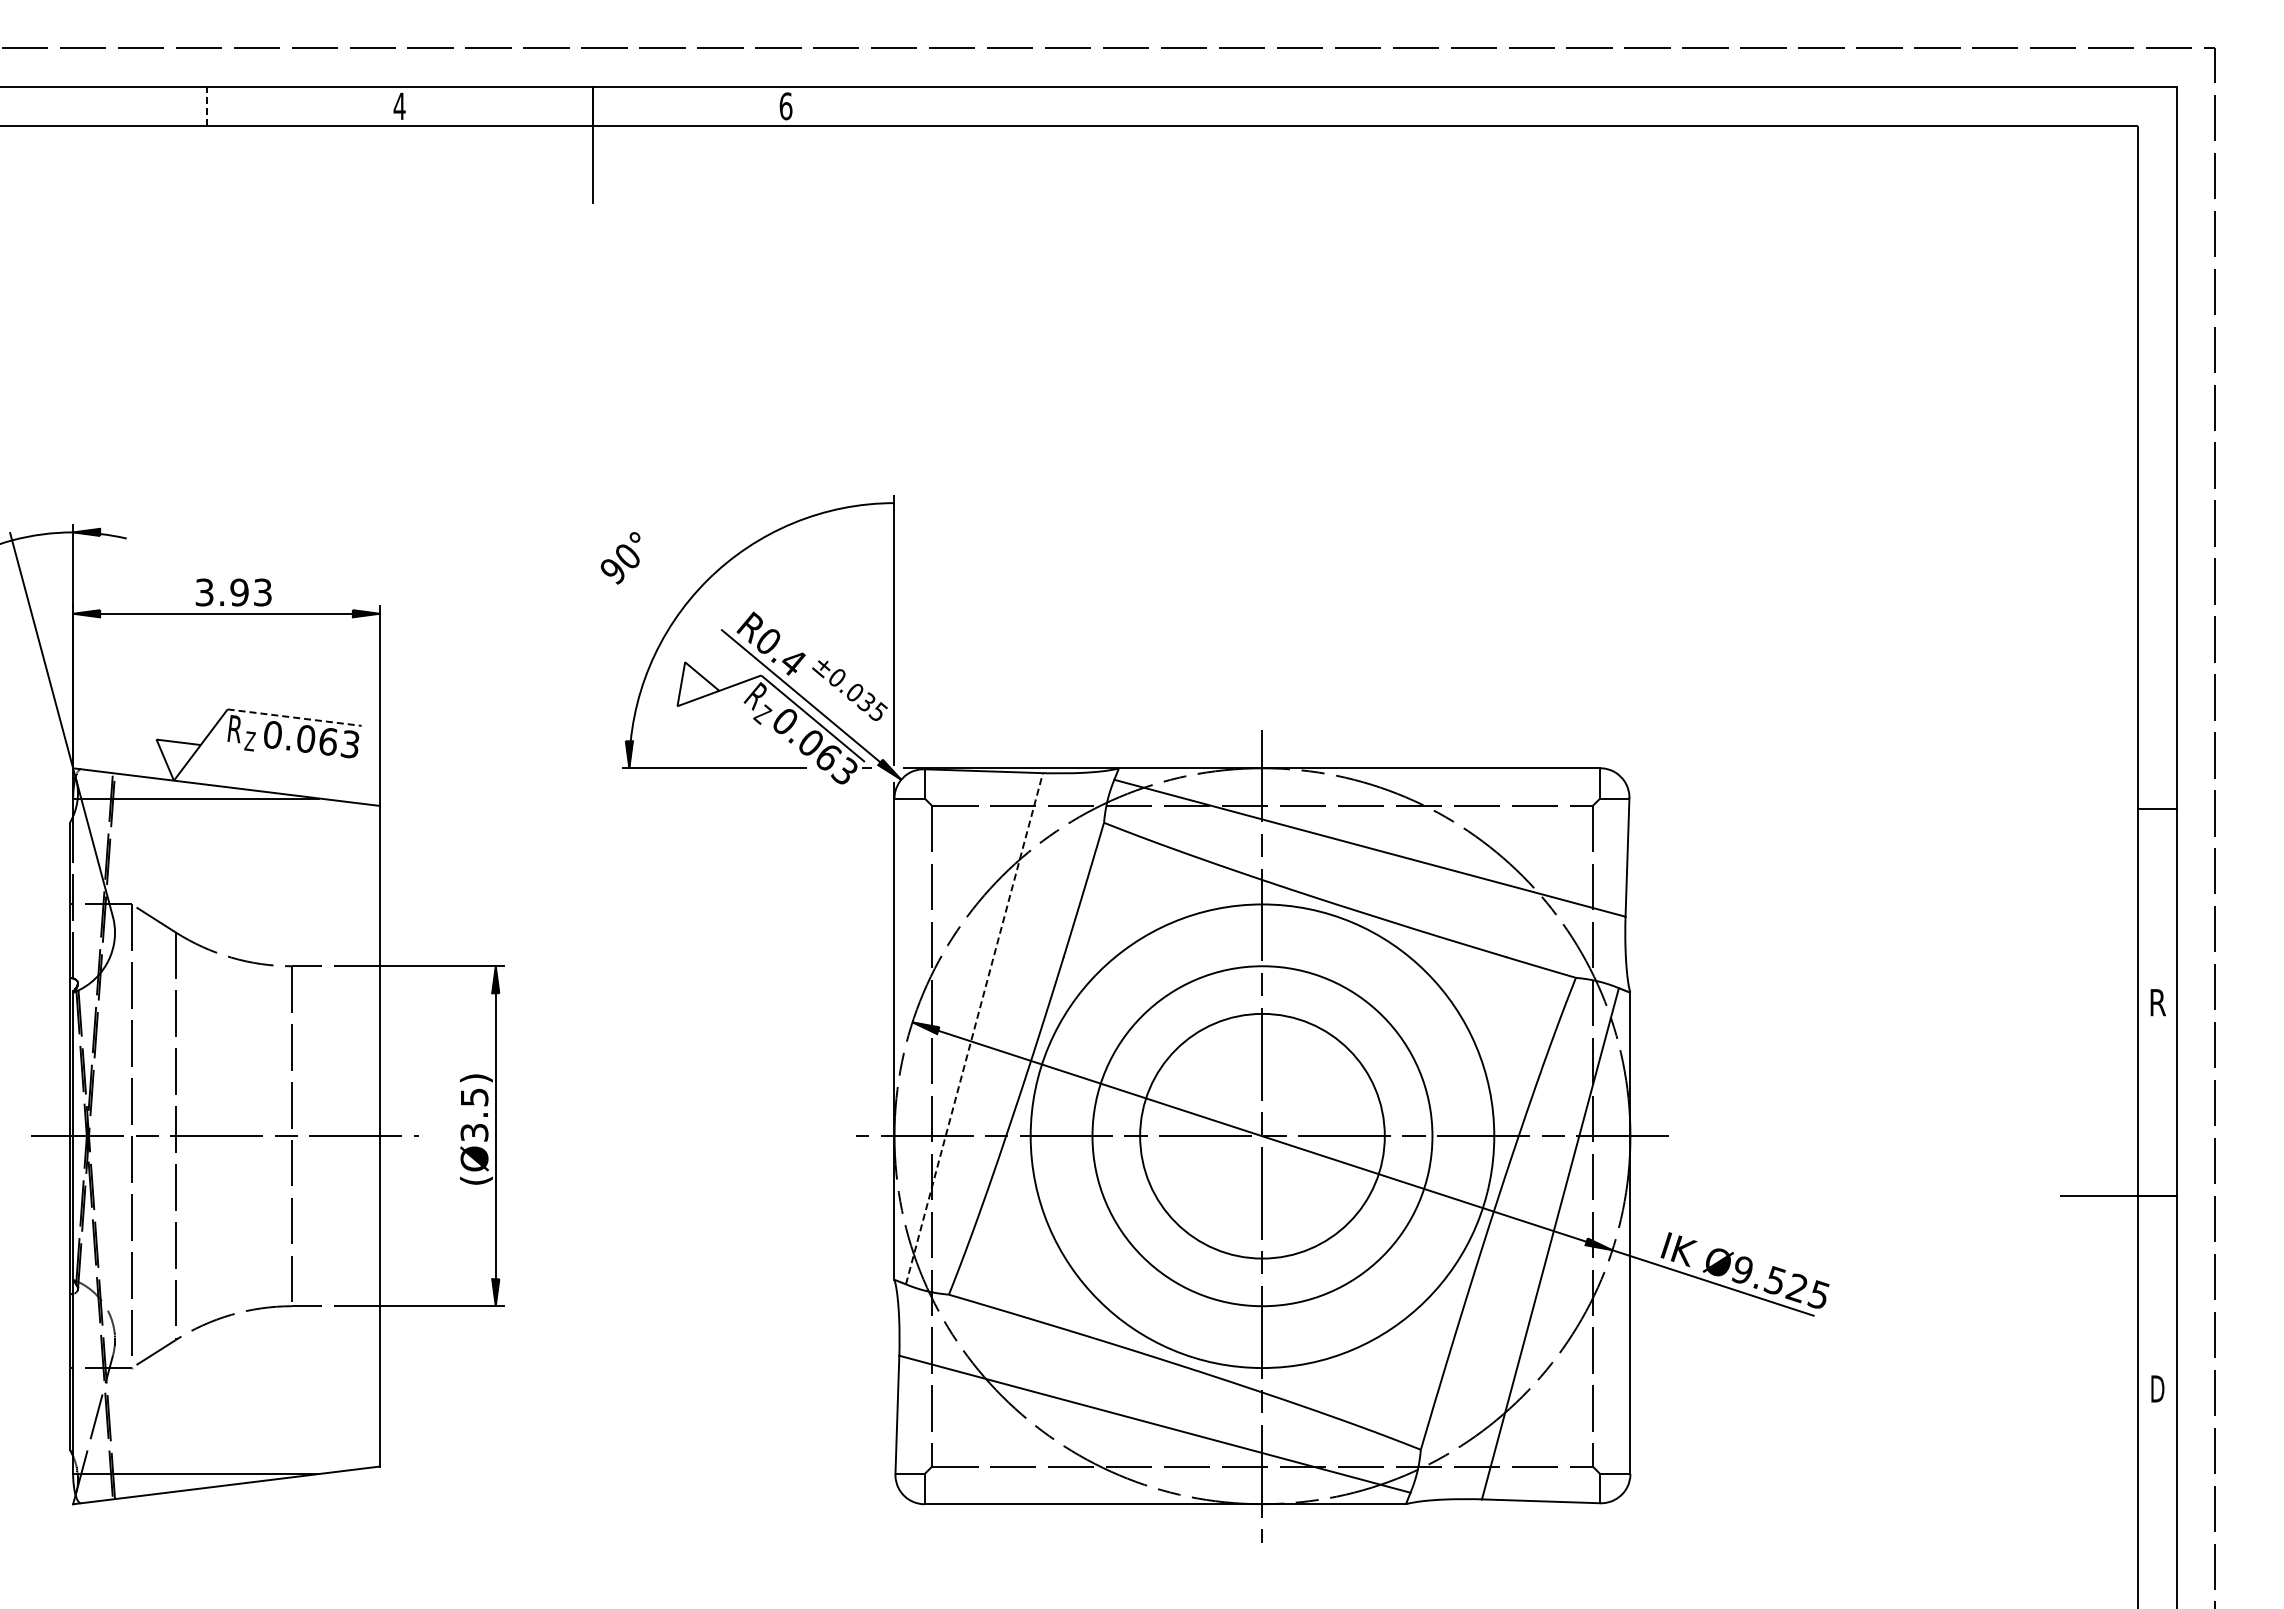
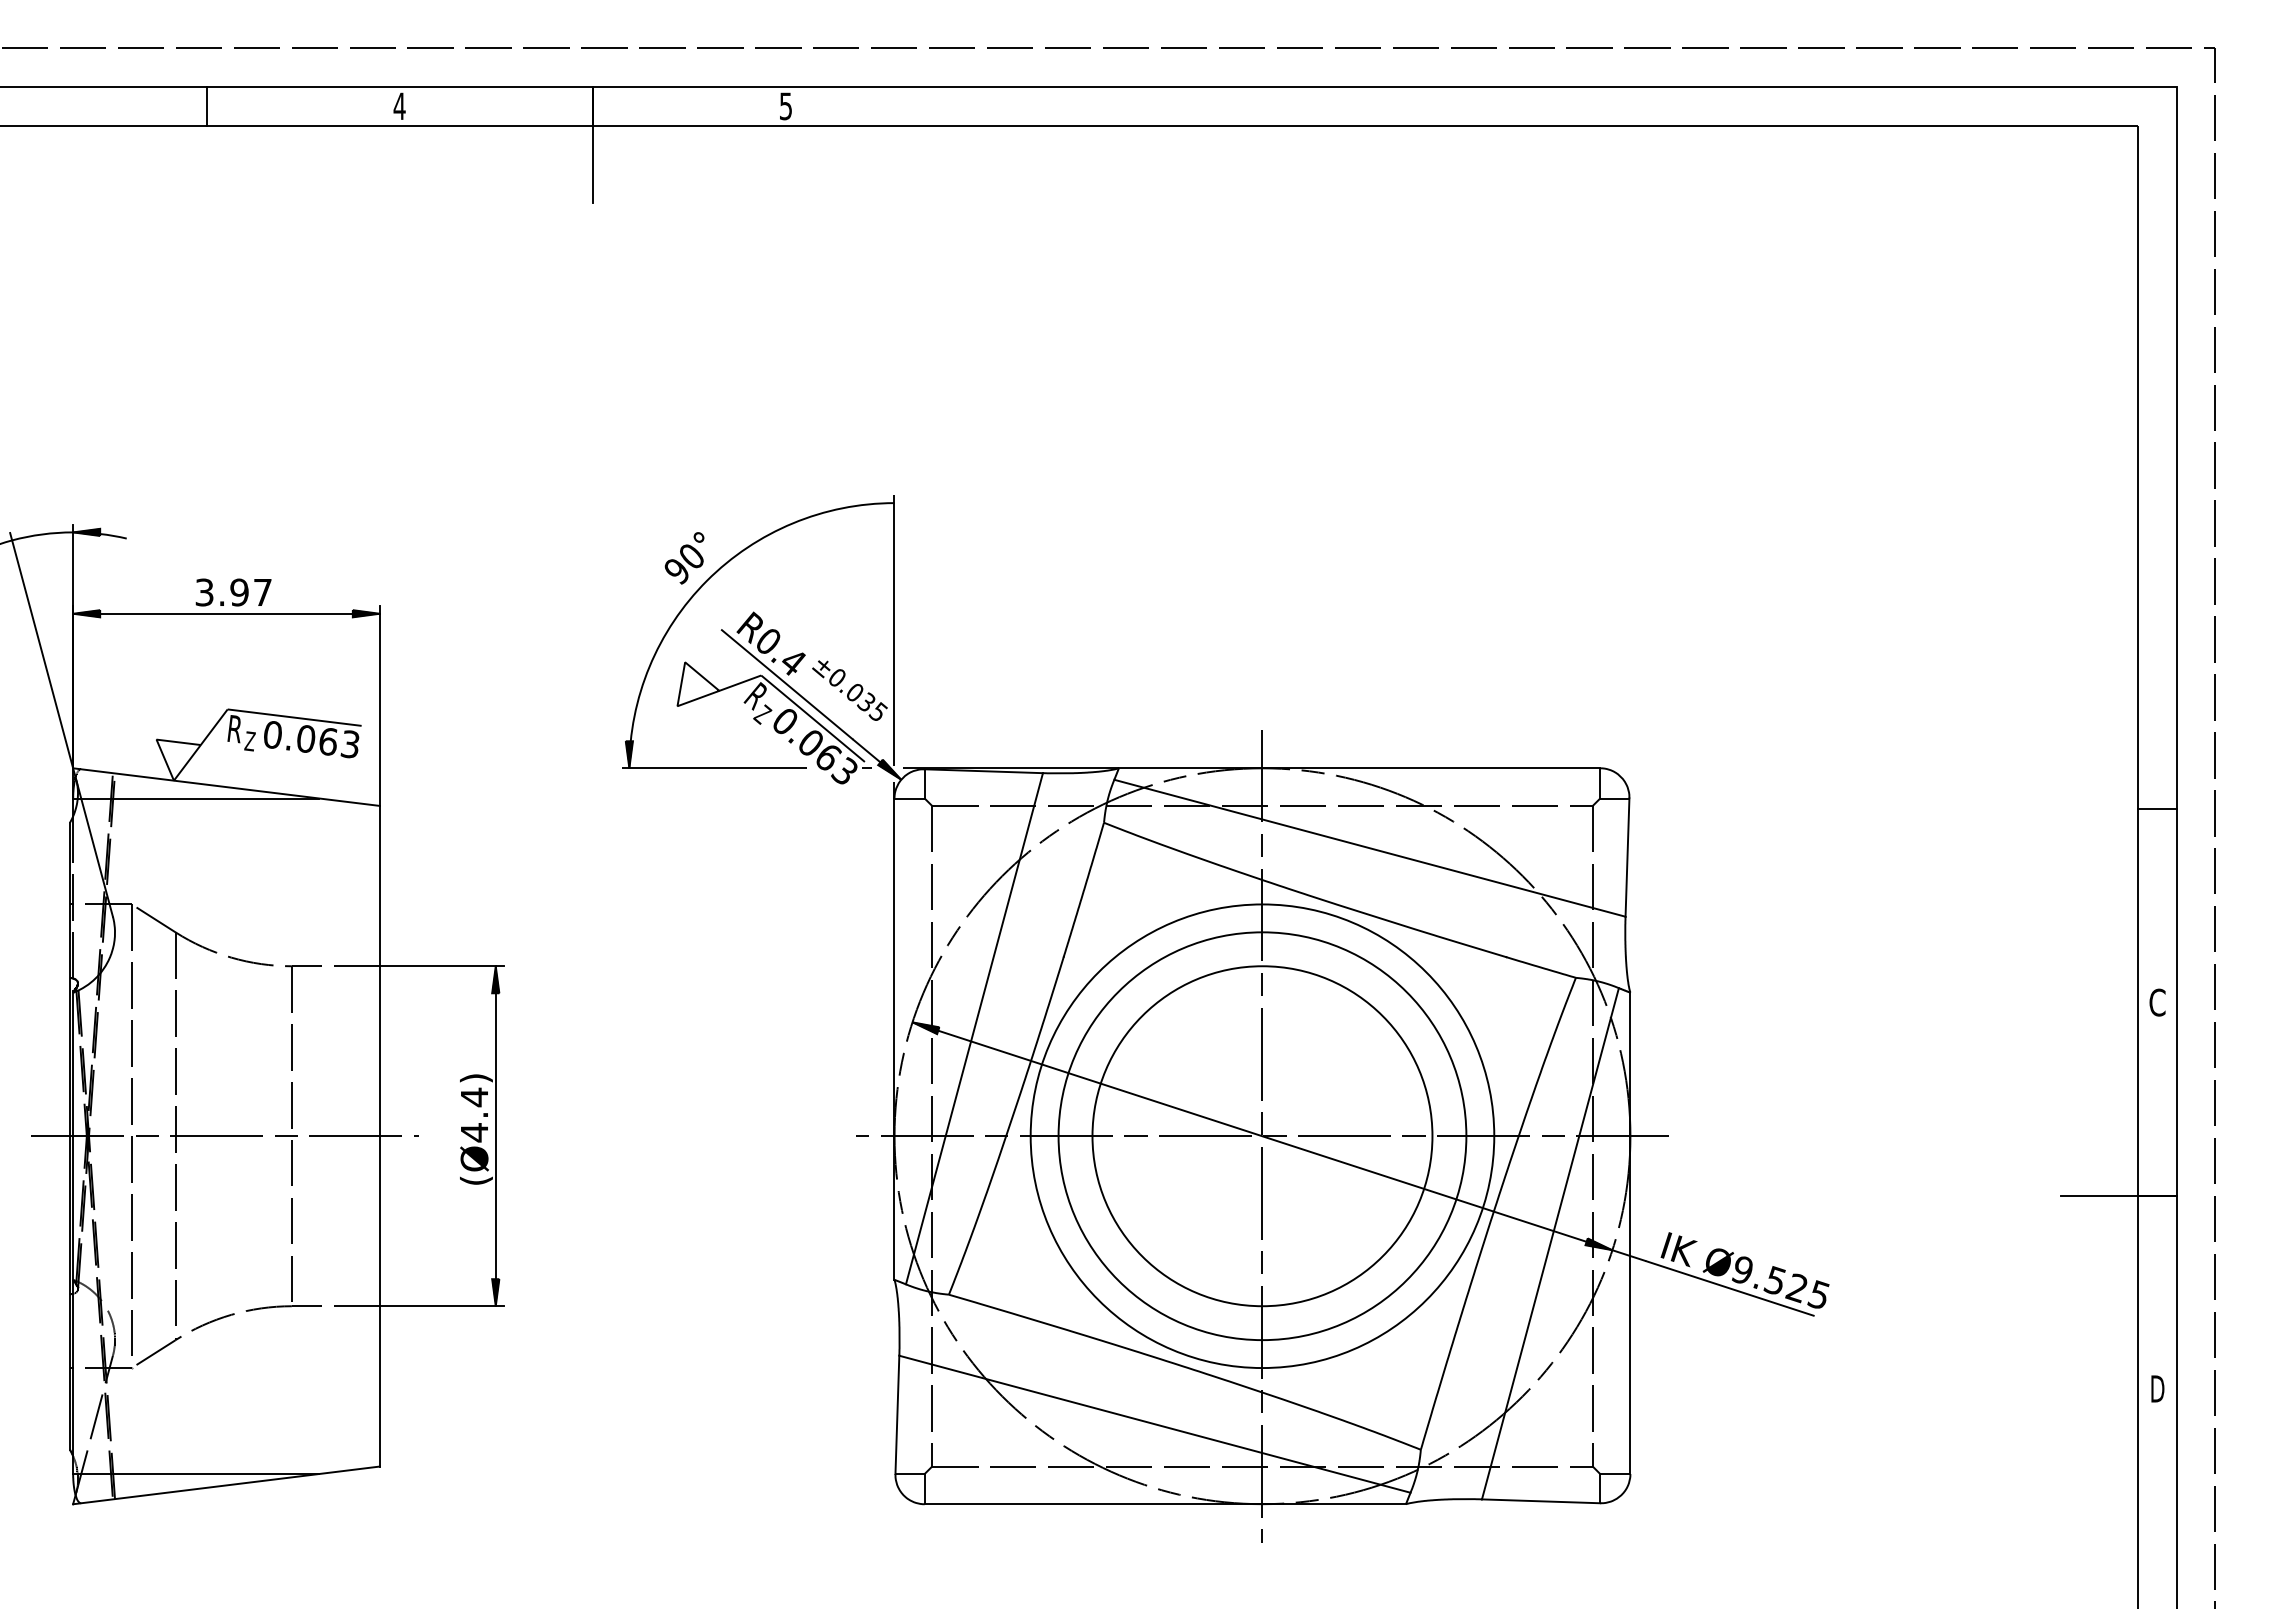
line at (206, 105): dashed -> solid
text at (785, 106): 6 -> 5
text at (620, 558) position: (620, 558) -> (684, 558)
text at (262, 592): 3.93 -> 3.97
line at (295, 717): dashed -> solid
text at (2157, 1002): R -> C
line at (974, 1028): dashed -> solid
text at (474, 1114): (Ø3.5) -> (Ø4.4)
circle at (1262, 1135) diameter: 245 px -> 408 px
